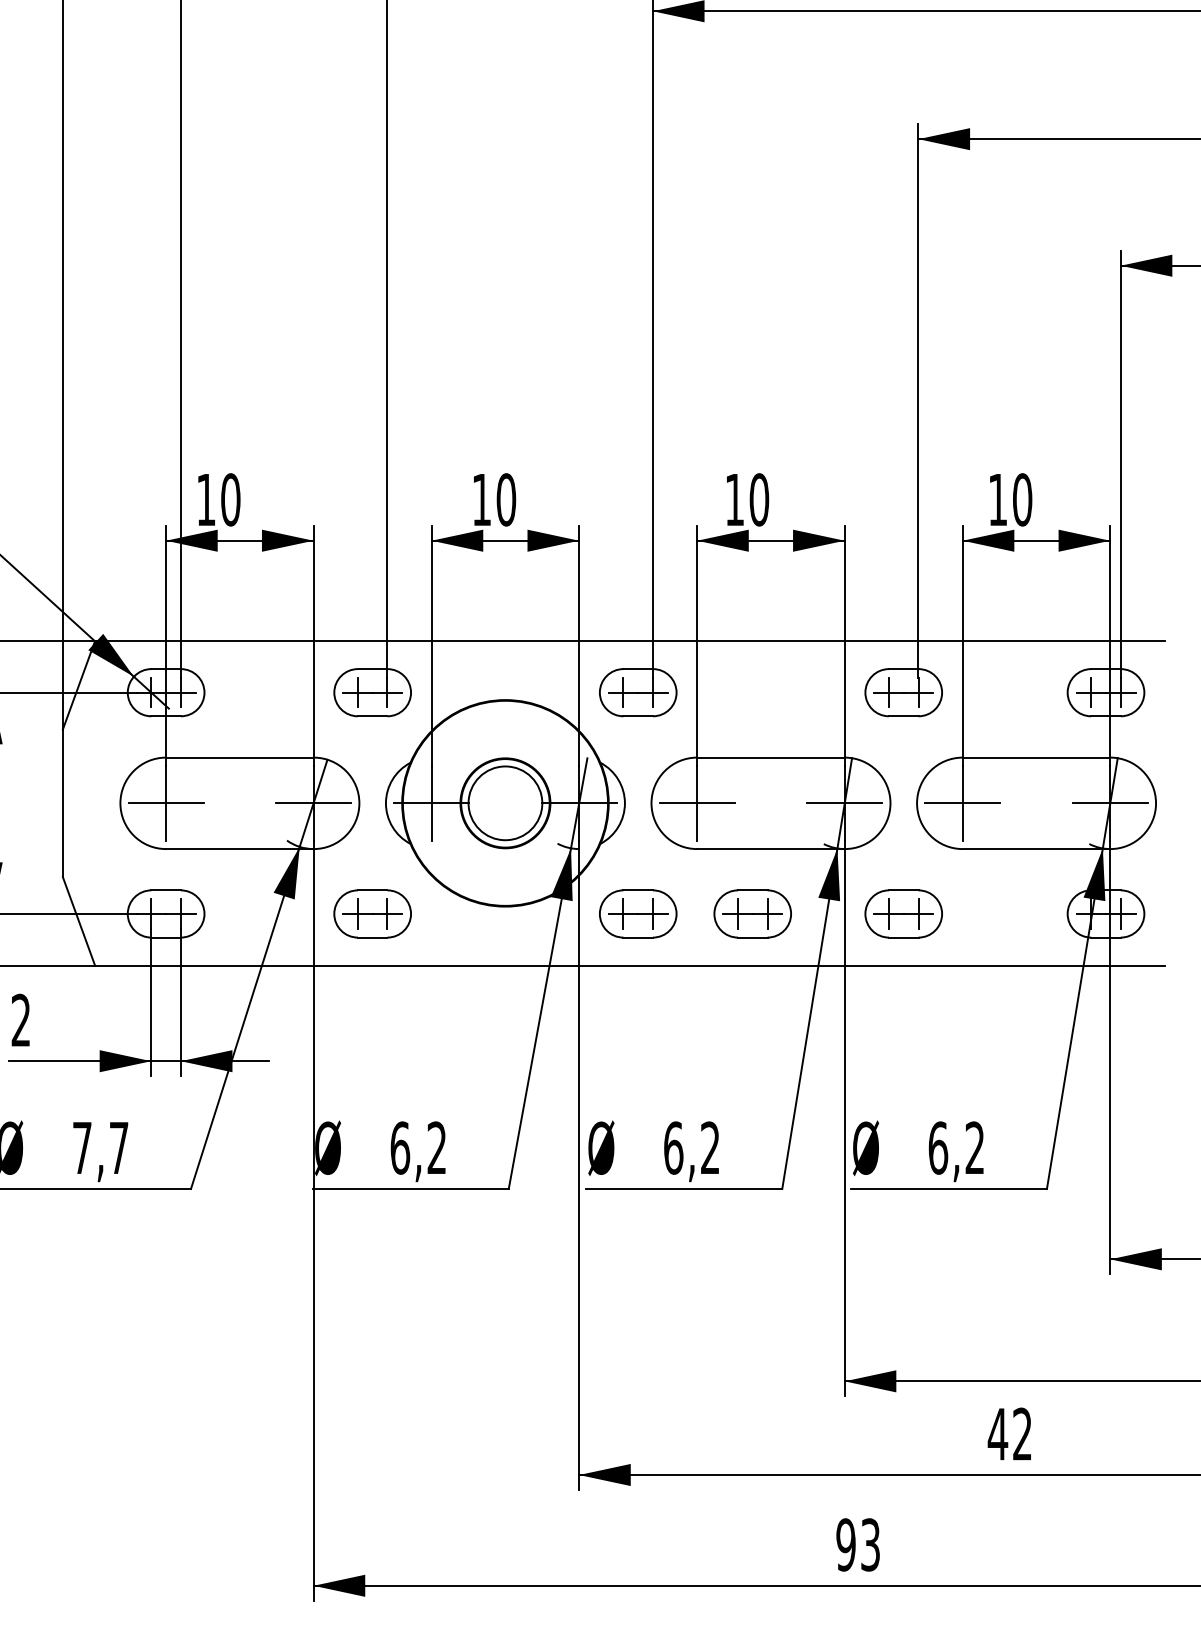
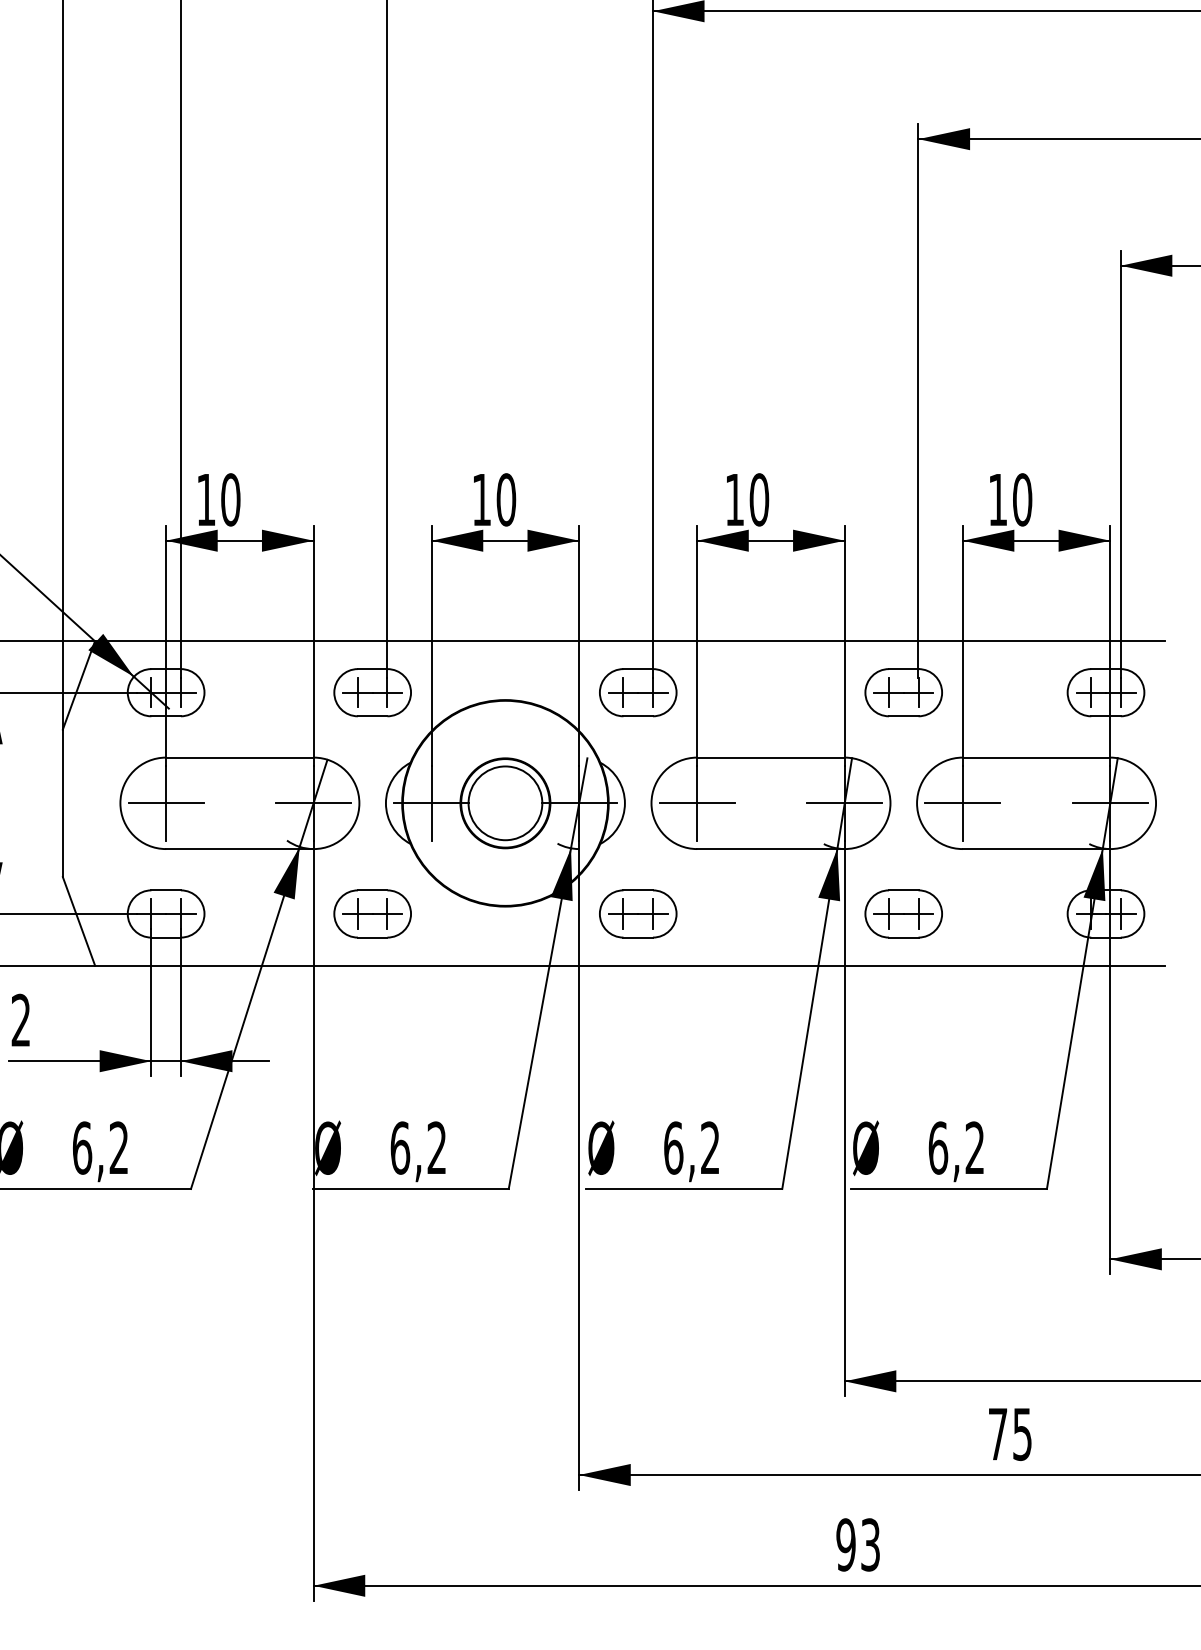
part at (752, 913): present -> none
text at (100, 1147): 7,7 -> 6,2
text at (1009, 1433): 42 -> 75
